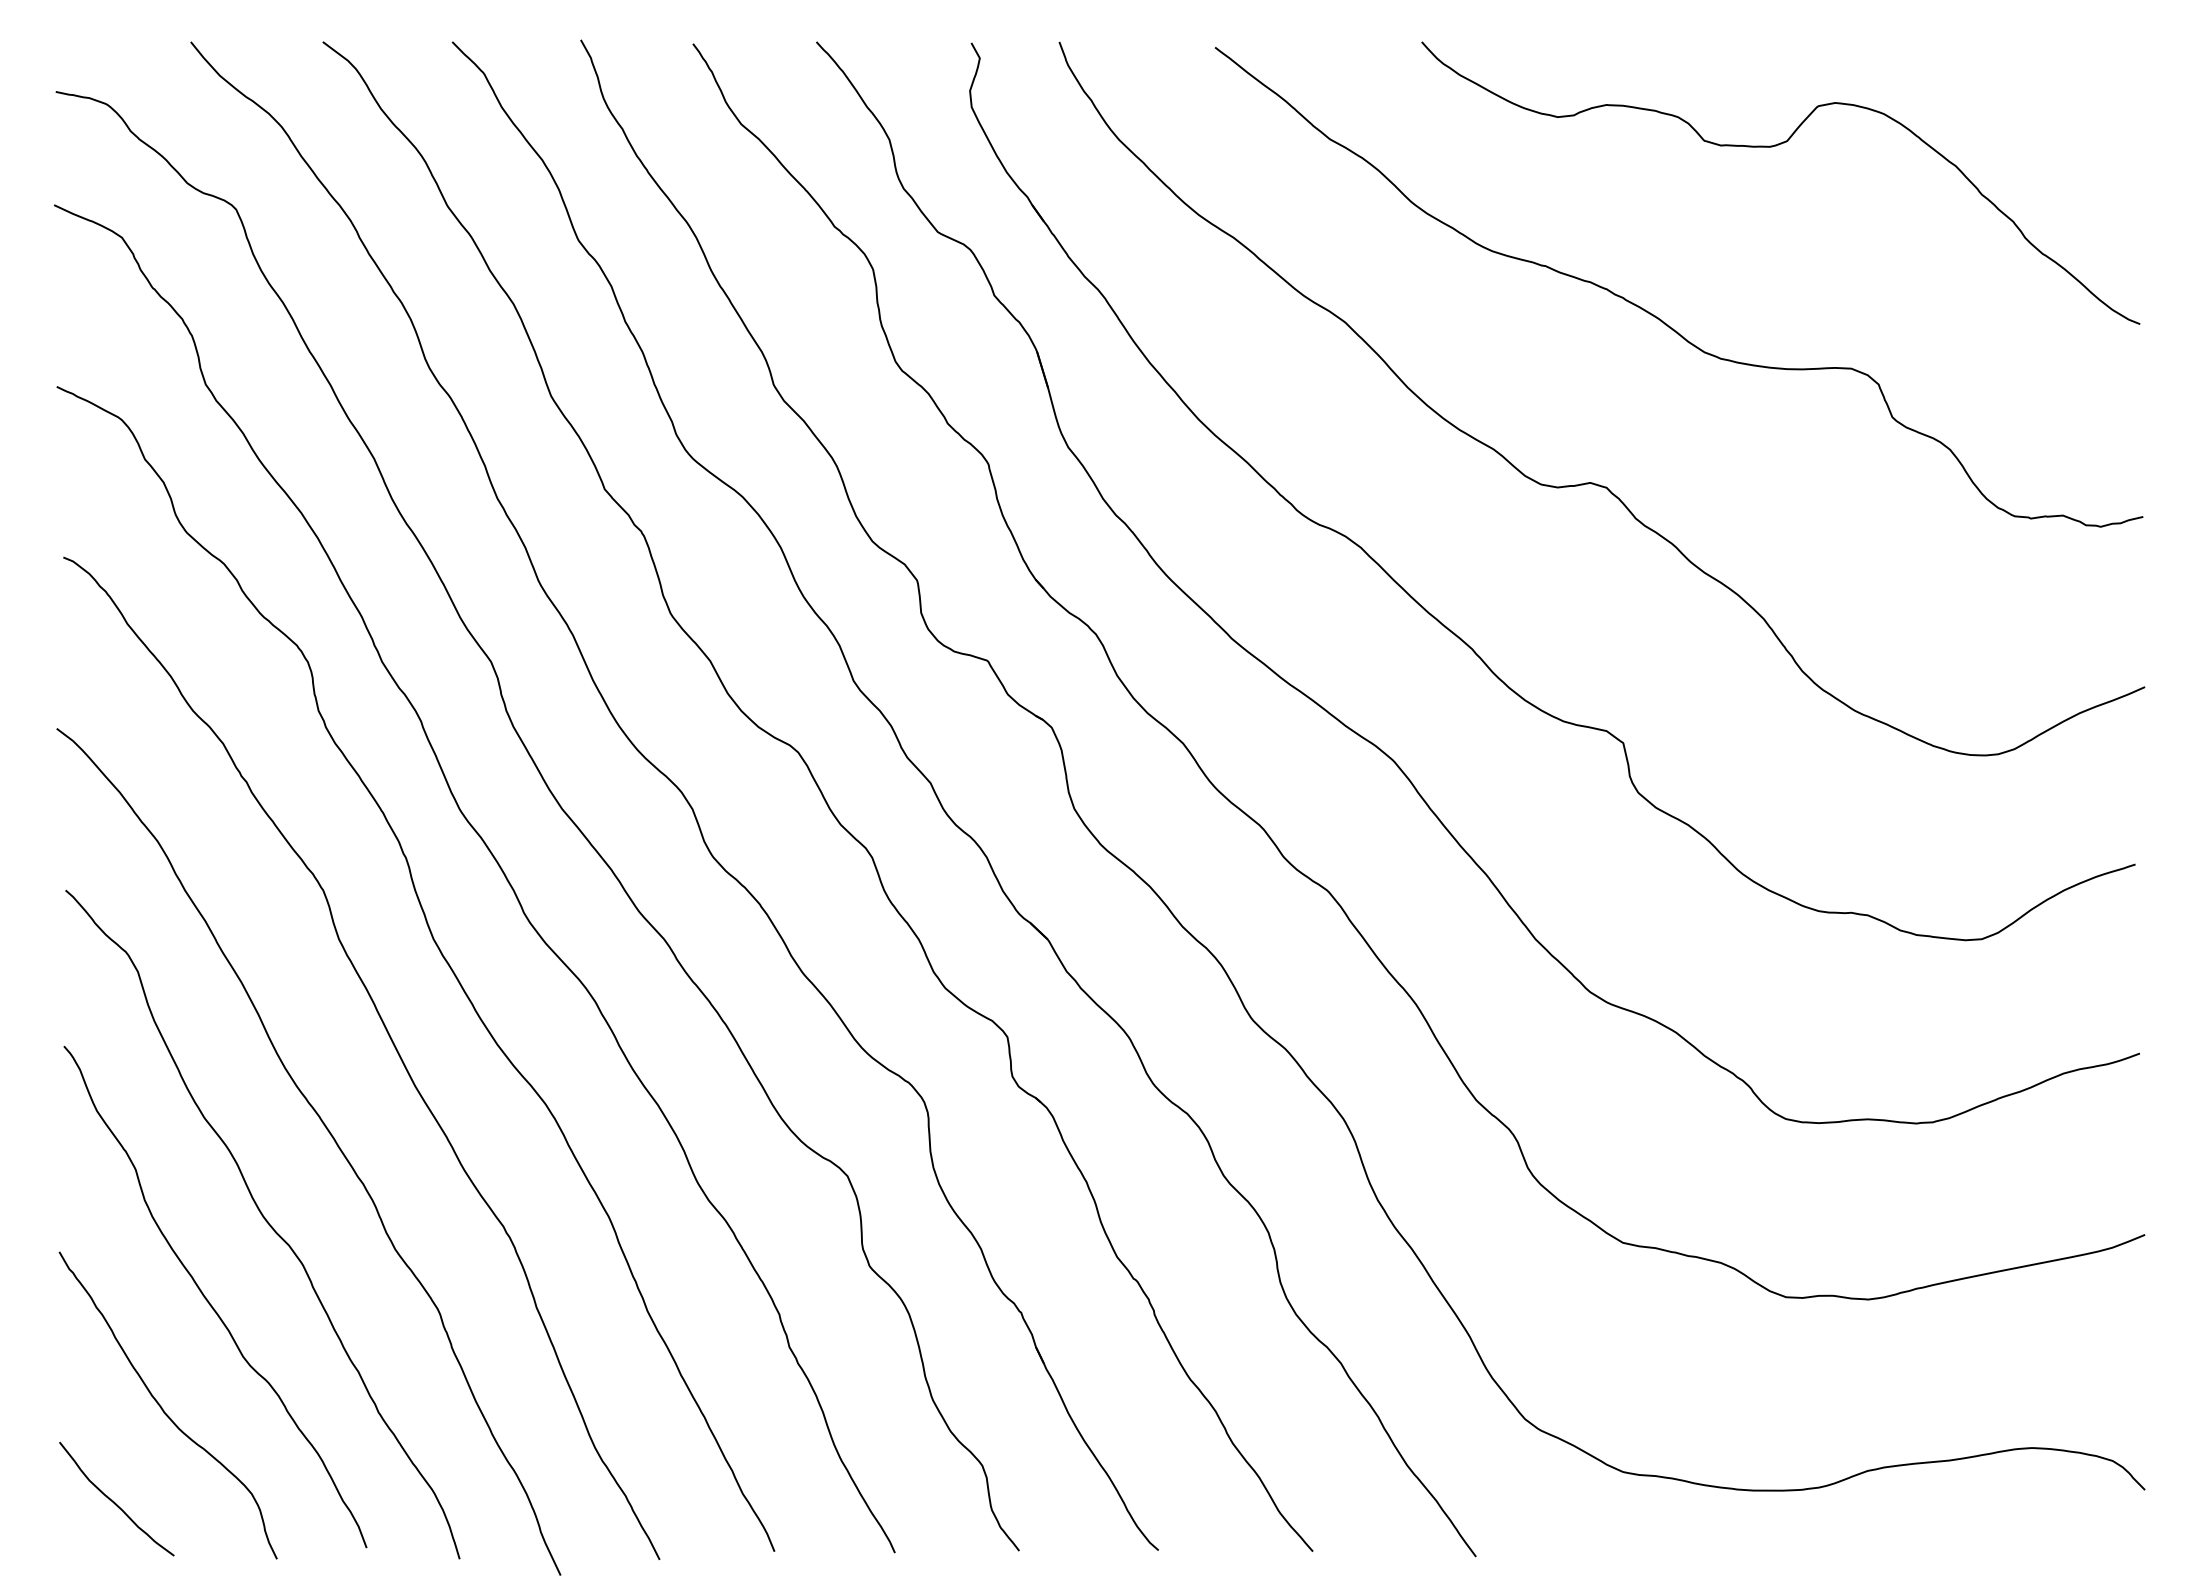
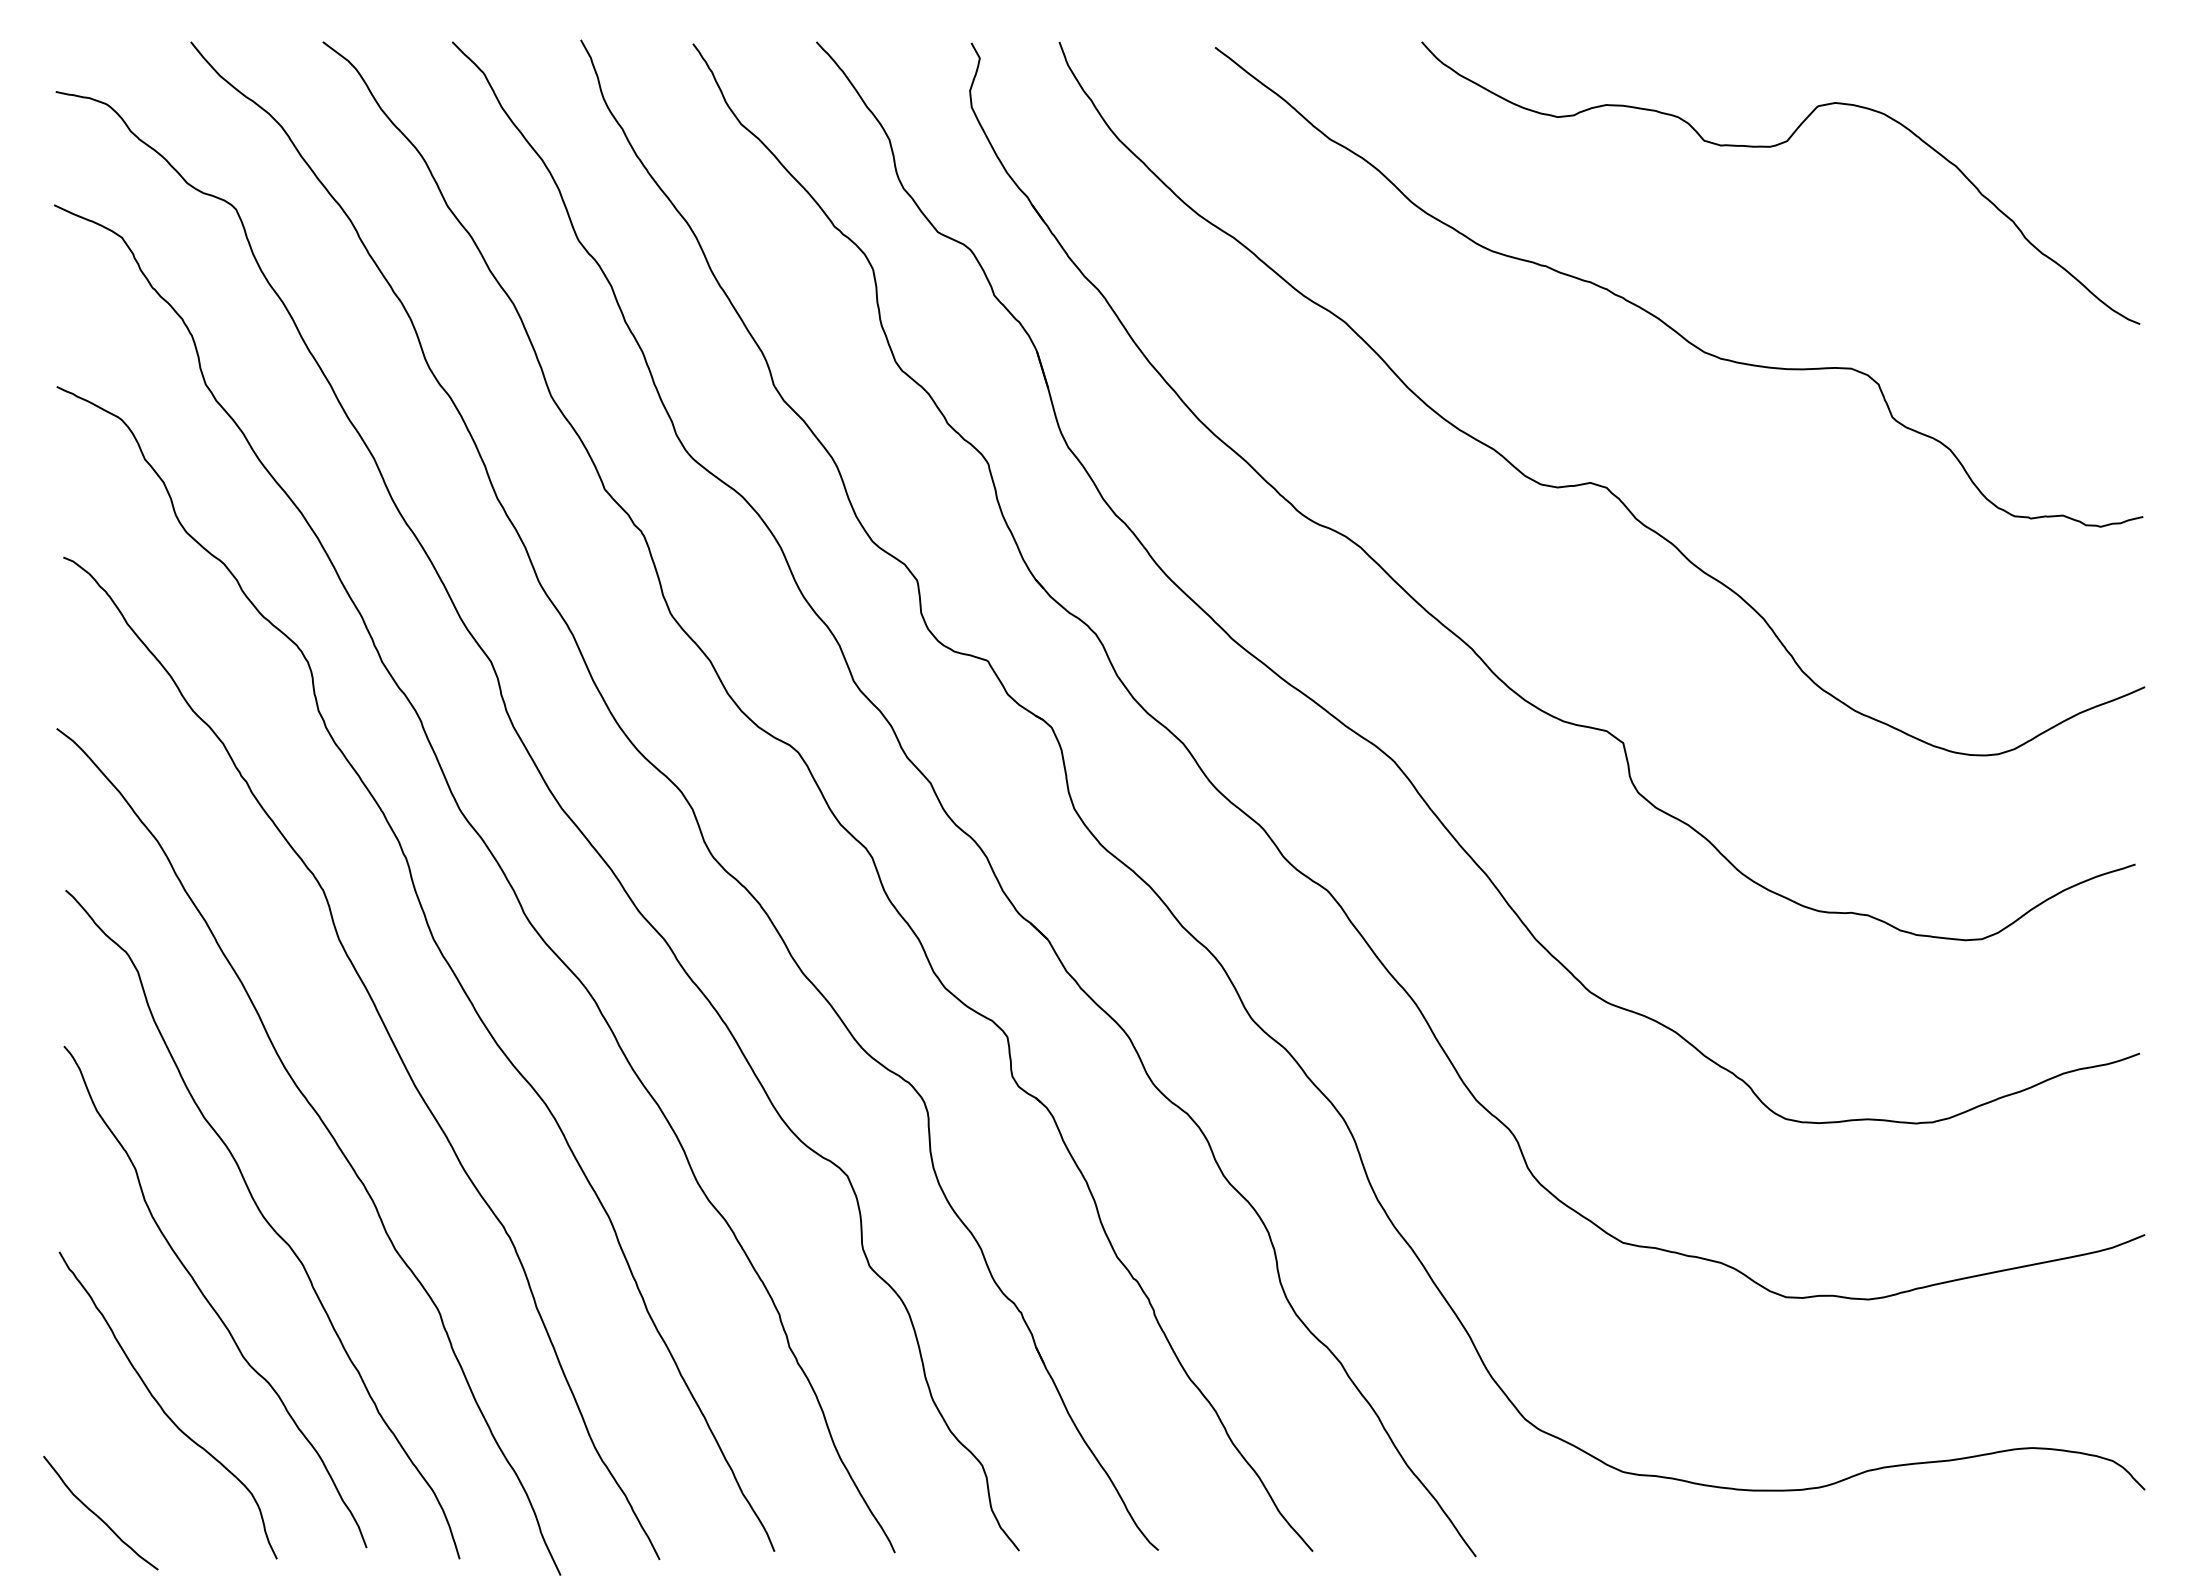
curve at (113, 1500) position: (113, 1500) -> (97, 1514)
